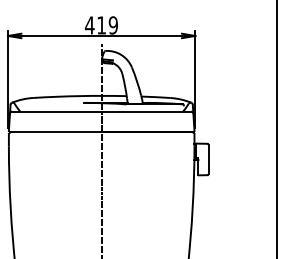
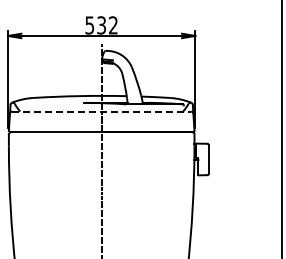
text at (101, 25): 419 -> 532
line at (102, 111): solid -> dashed
line at (276, 128) position: (276, 128) -> (281, 128)
